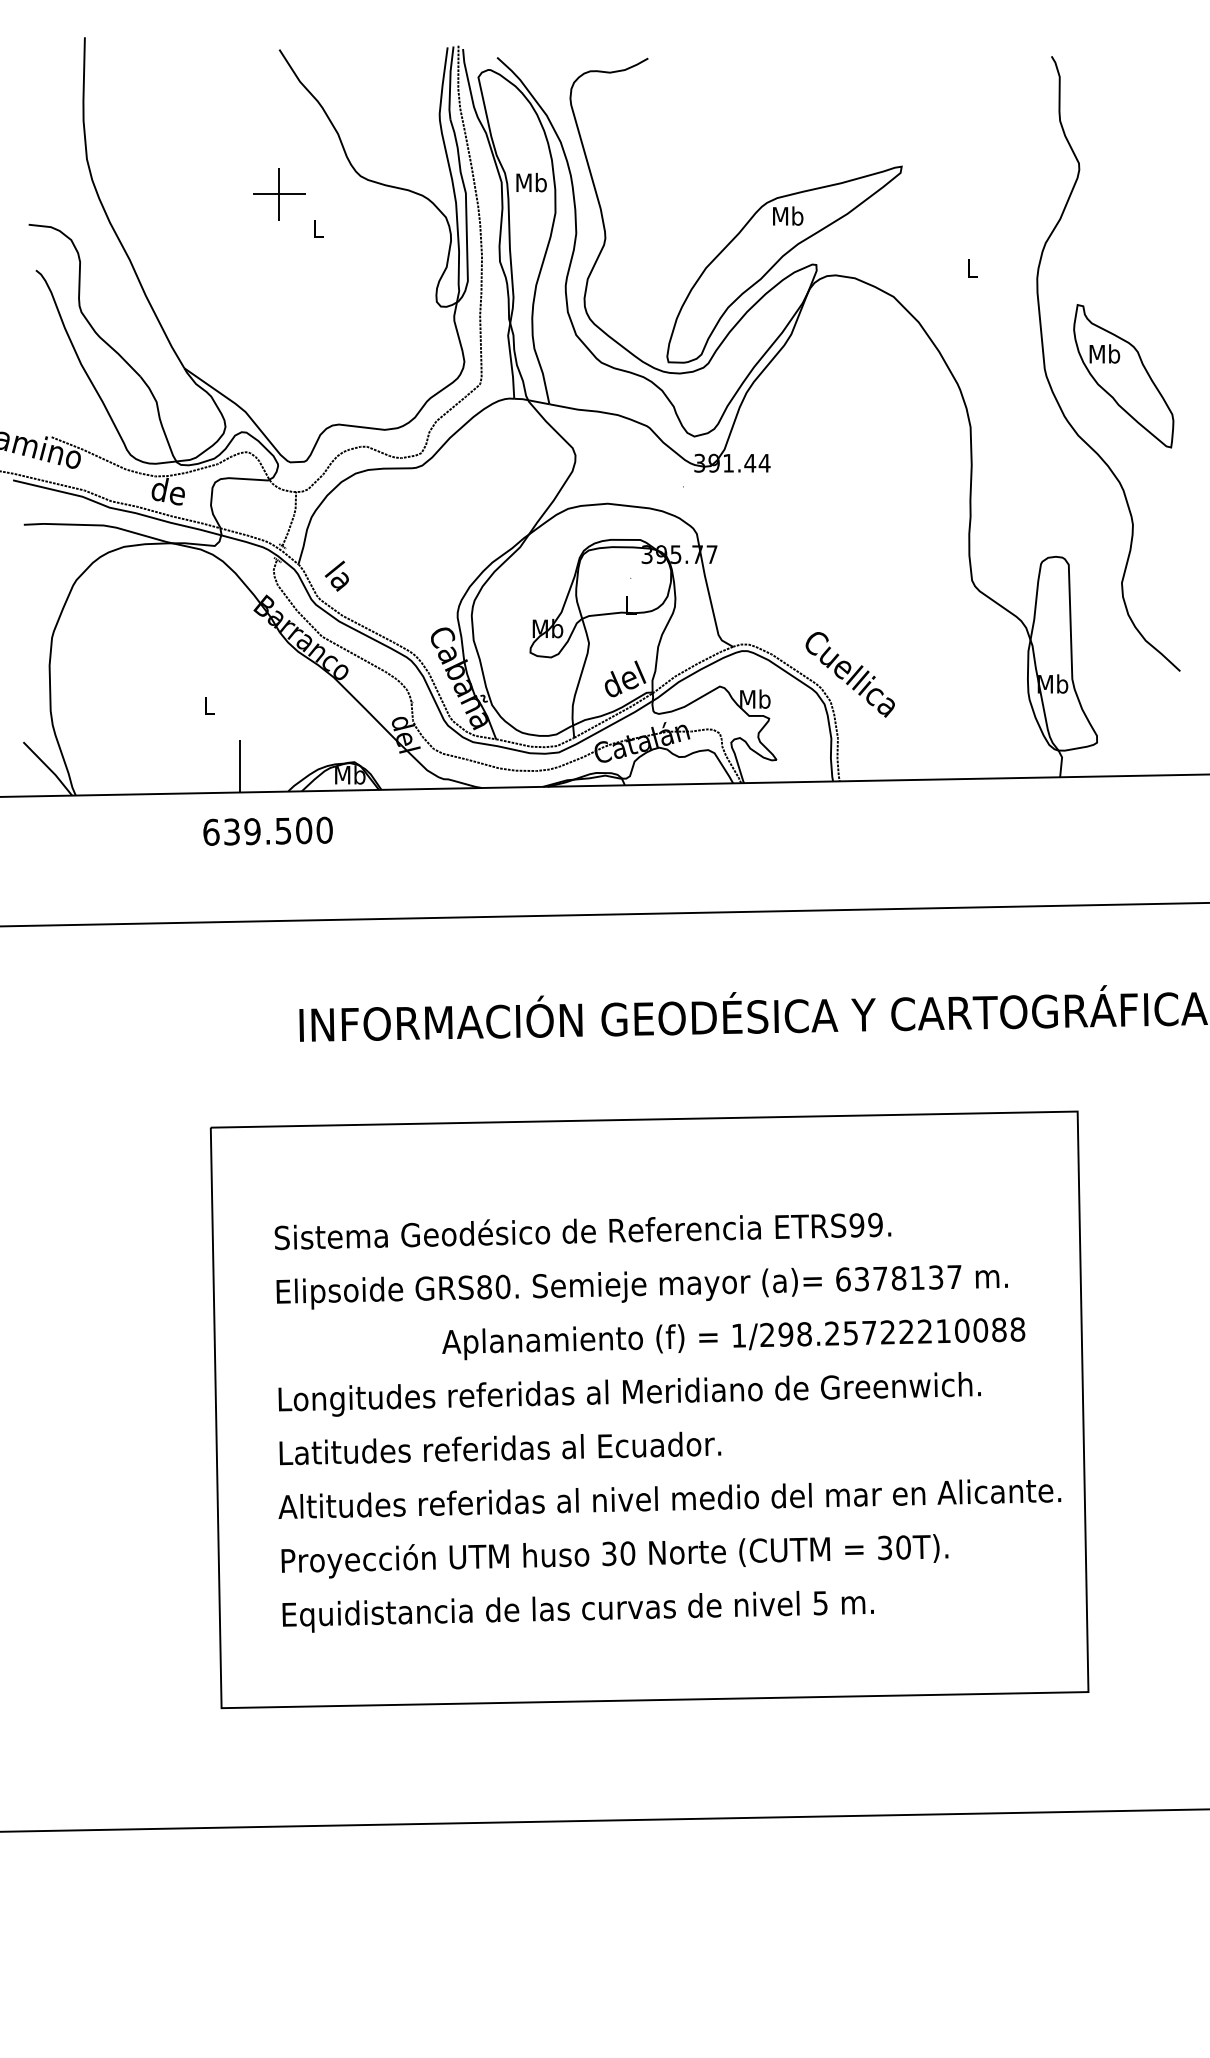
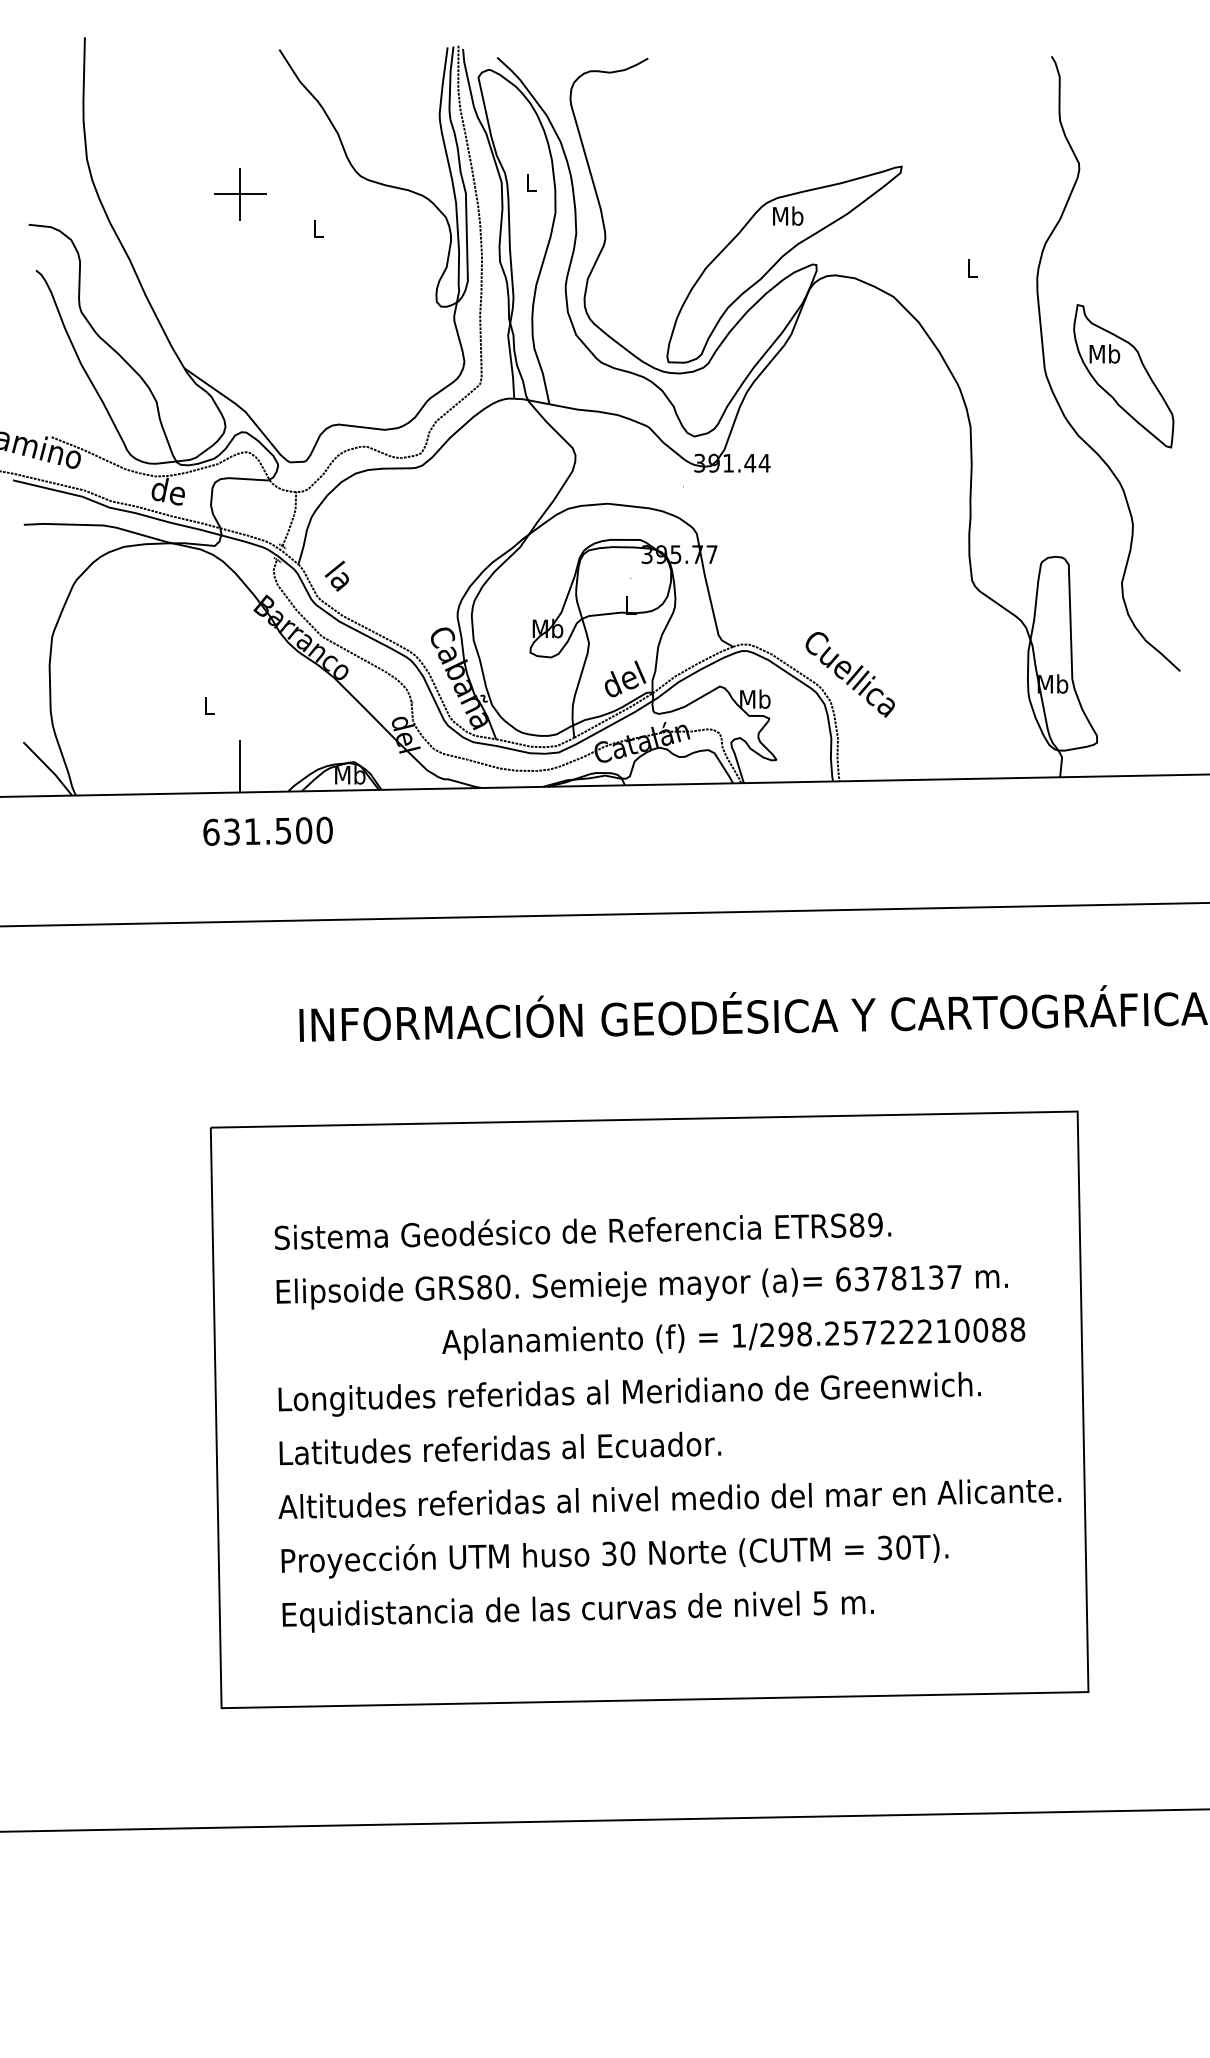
text at (531, 182): Mb -> L
part at (279, 194) position: (279, 194) -> (240, 194)
text at (252, 831): 639.500 -> 631.500
text at (856, 1225): ETRS99. -> ETRS89.
